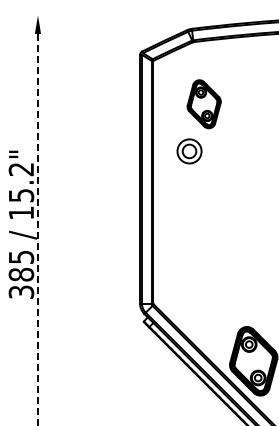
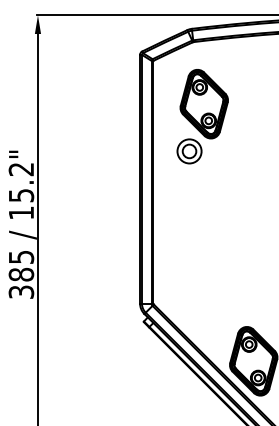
line at (155, 15): none -> present
part at (203, 104) size: 36x51 px -> 50x71 px
line at (37, 229): dashed -> solid
